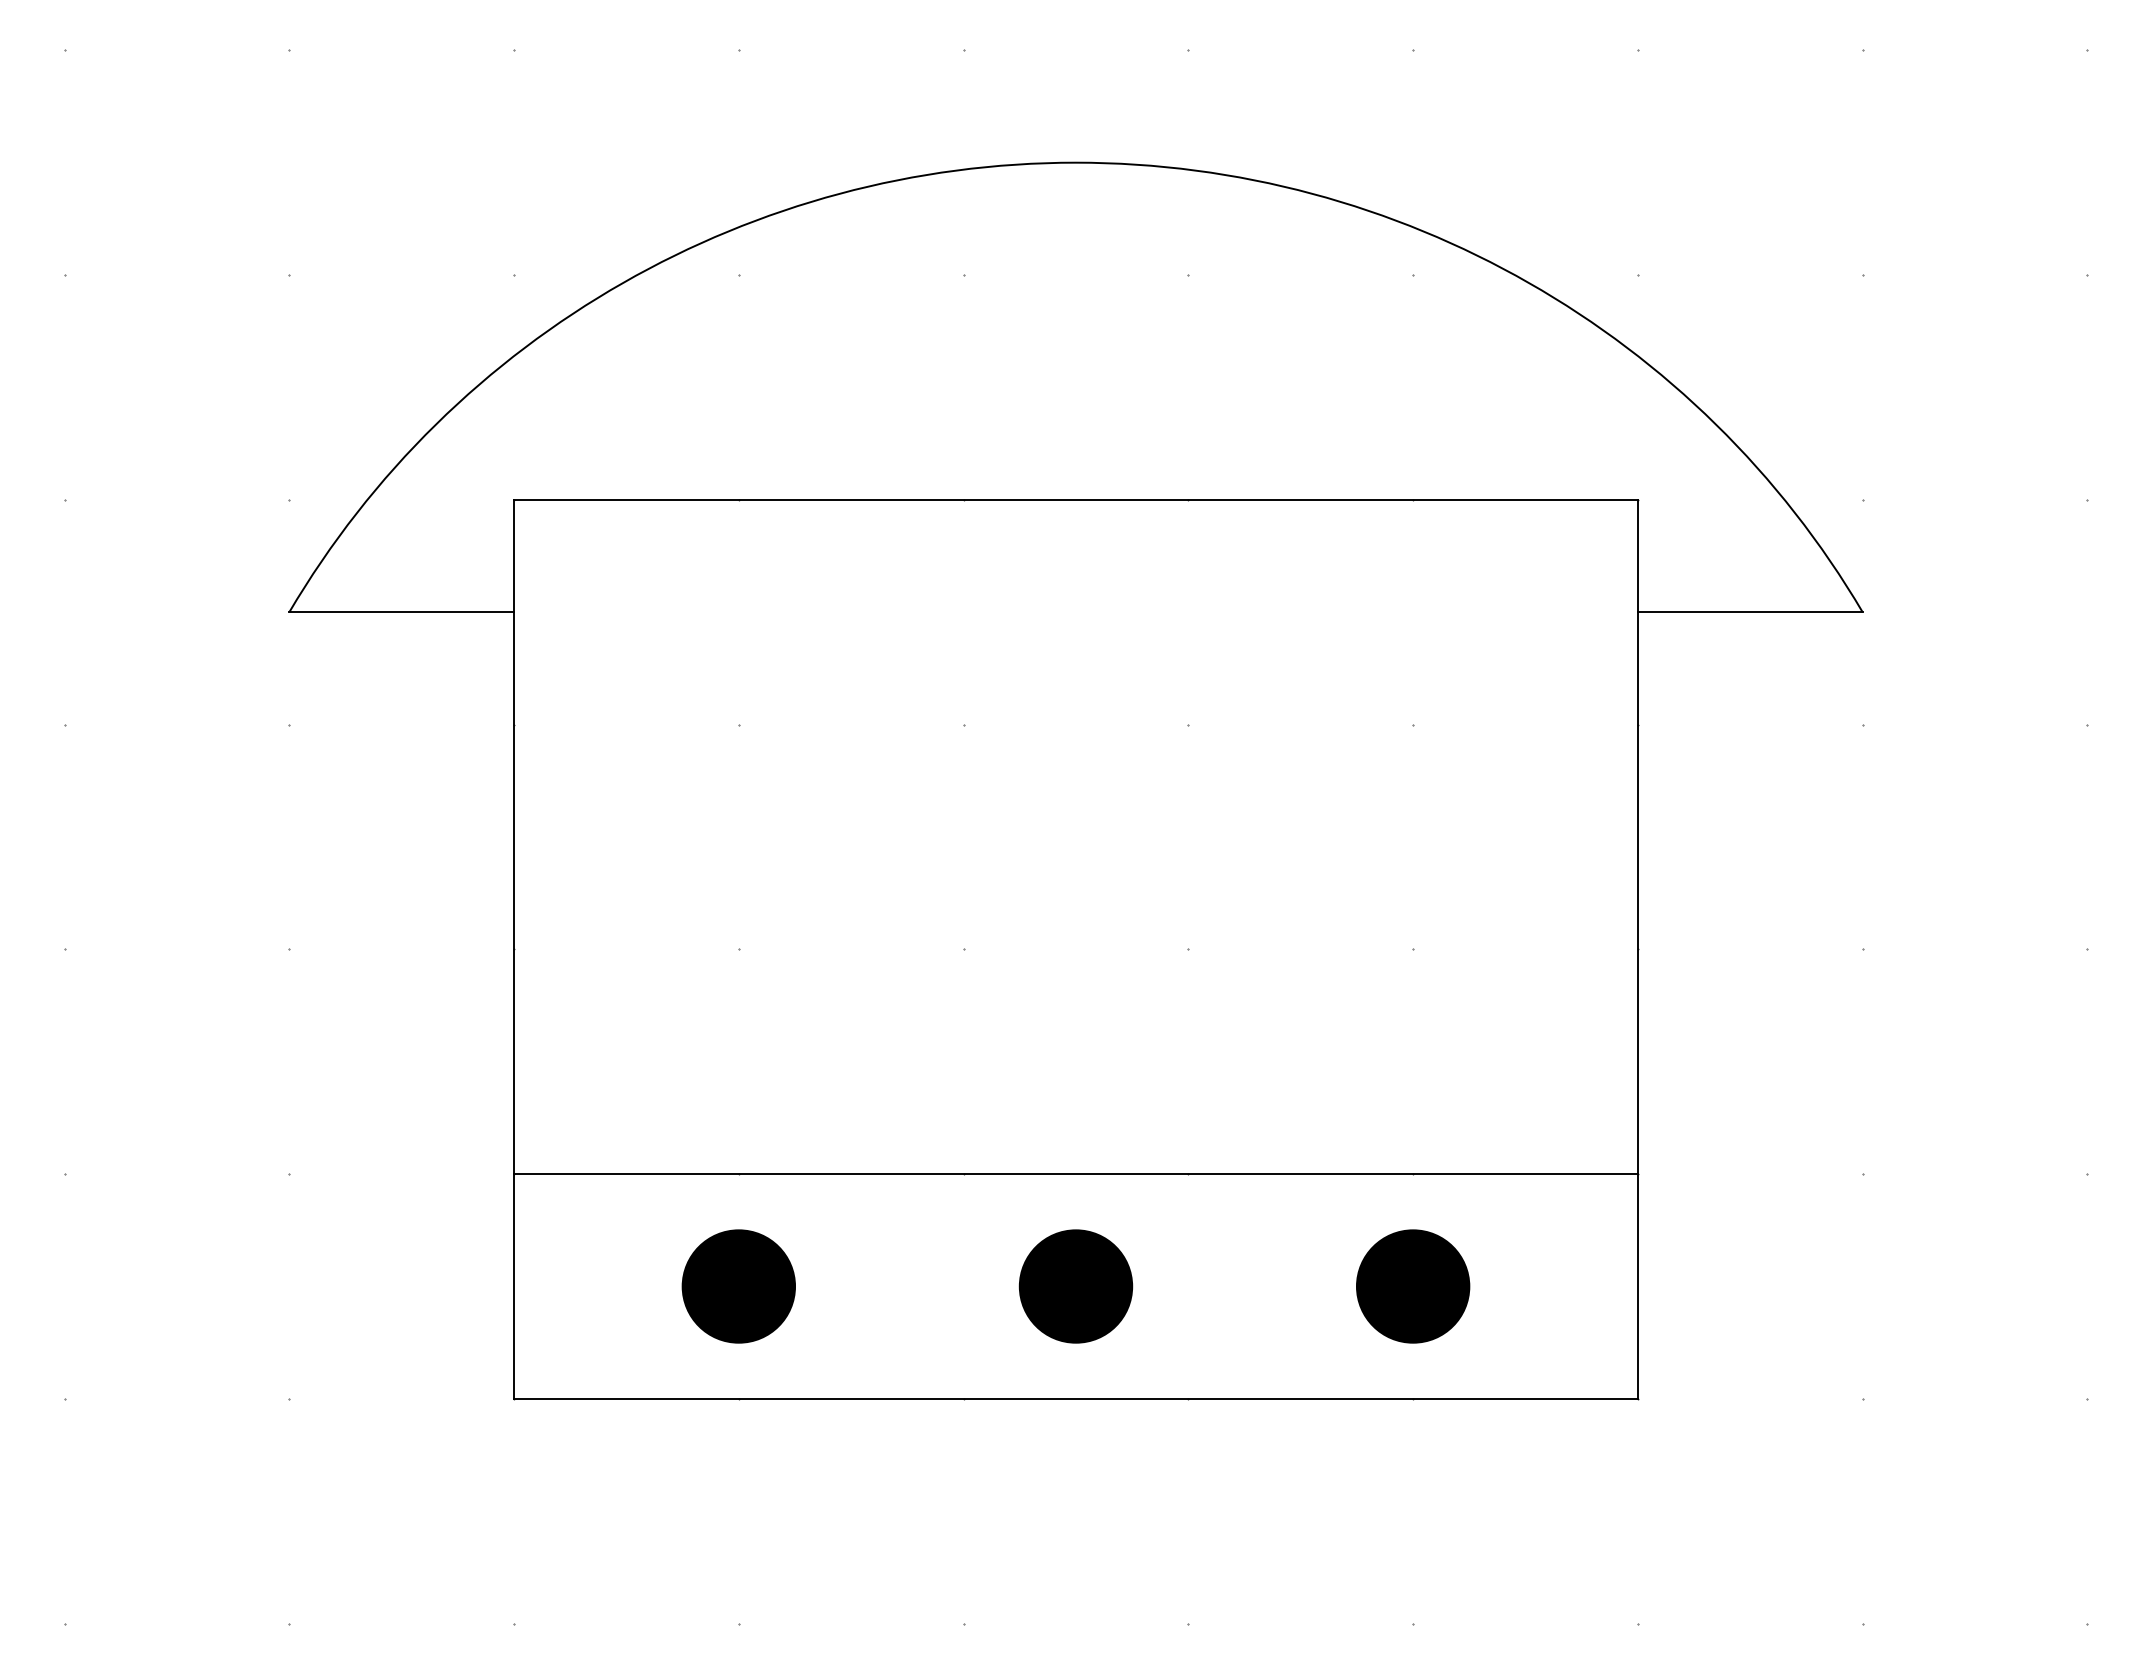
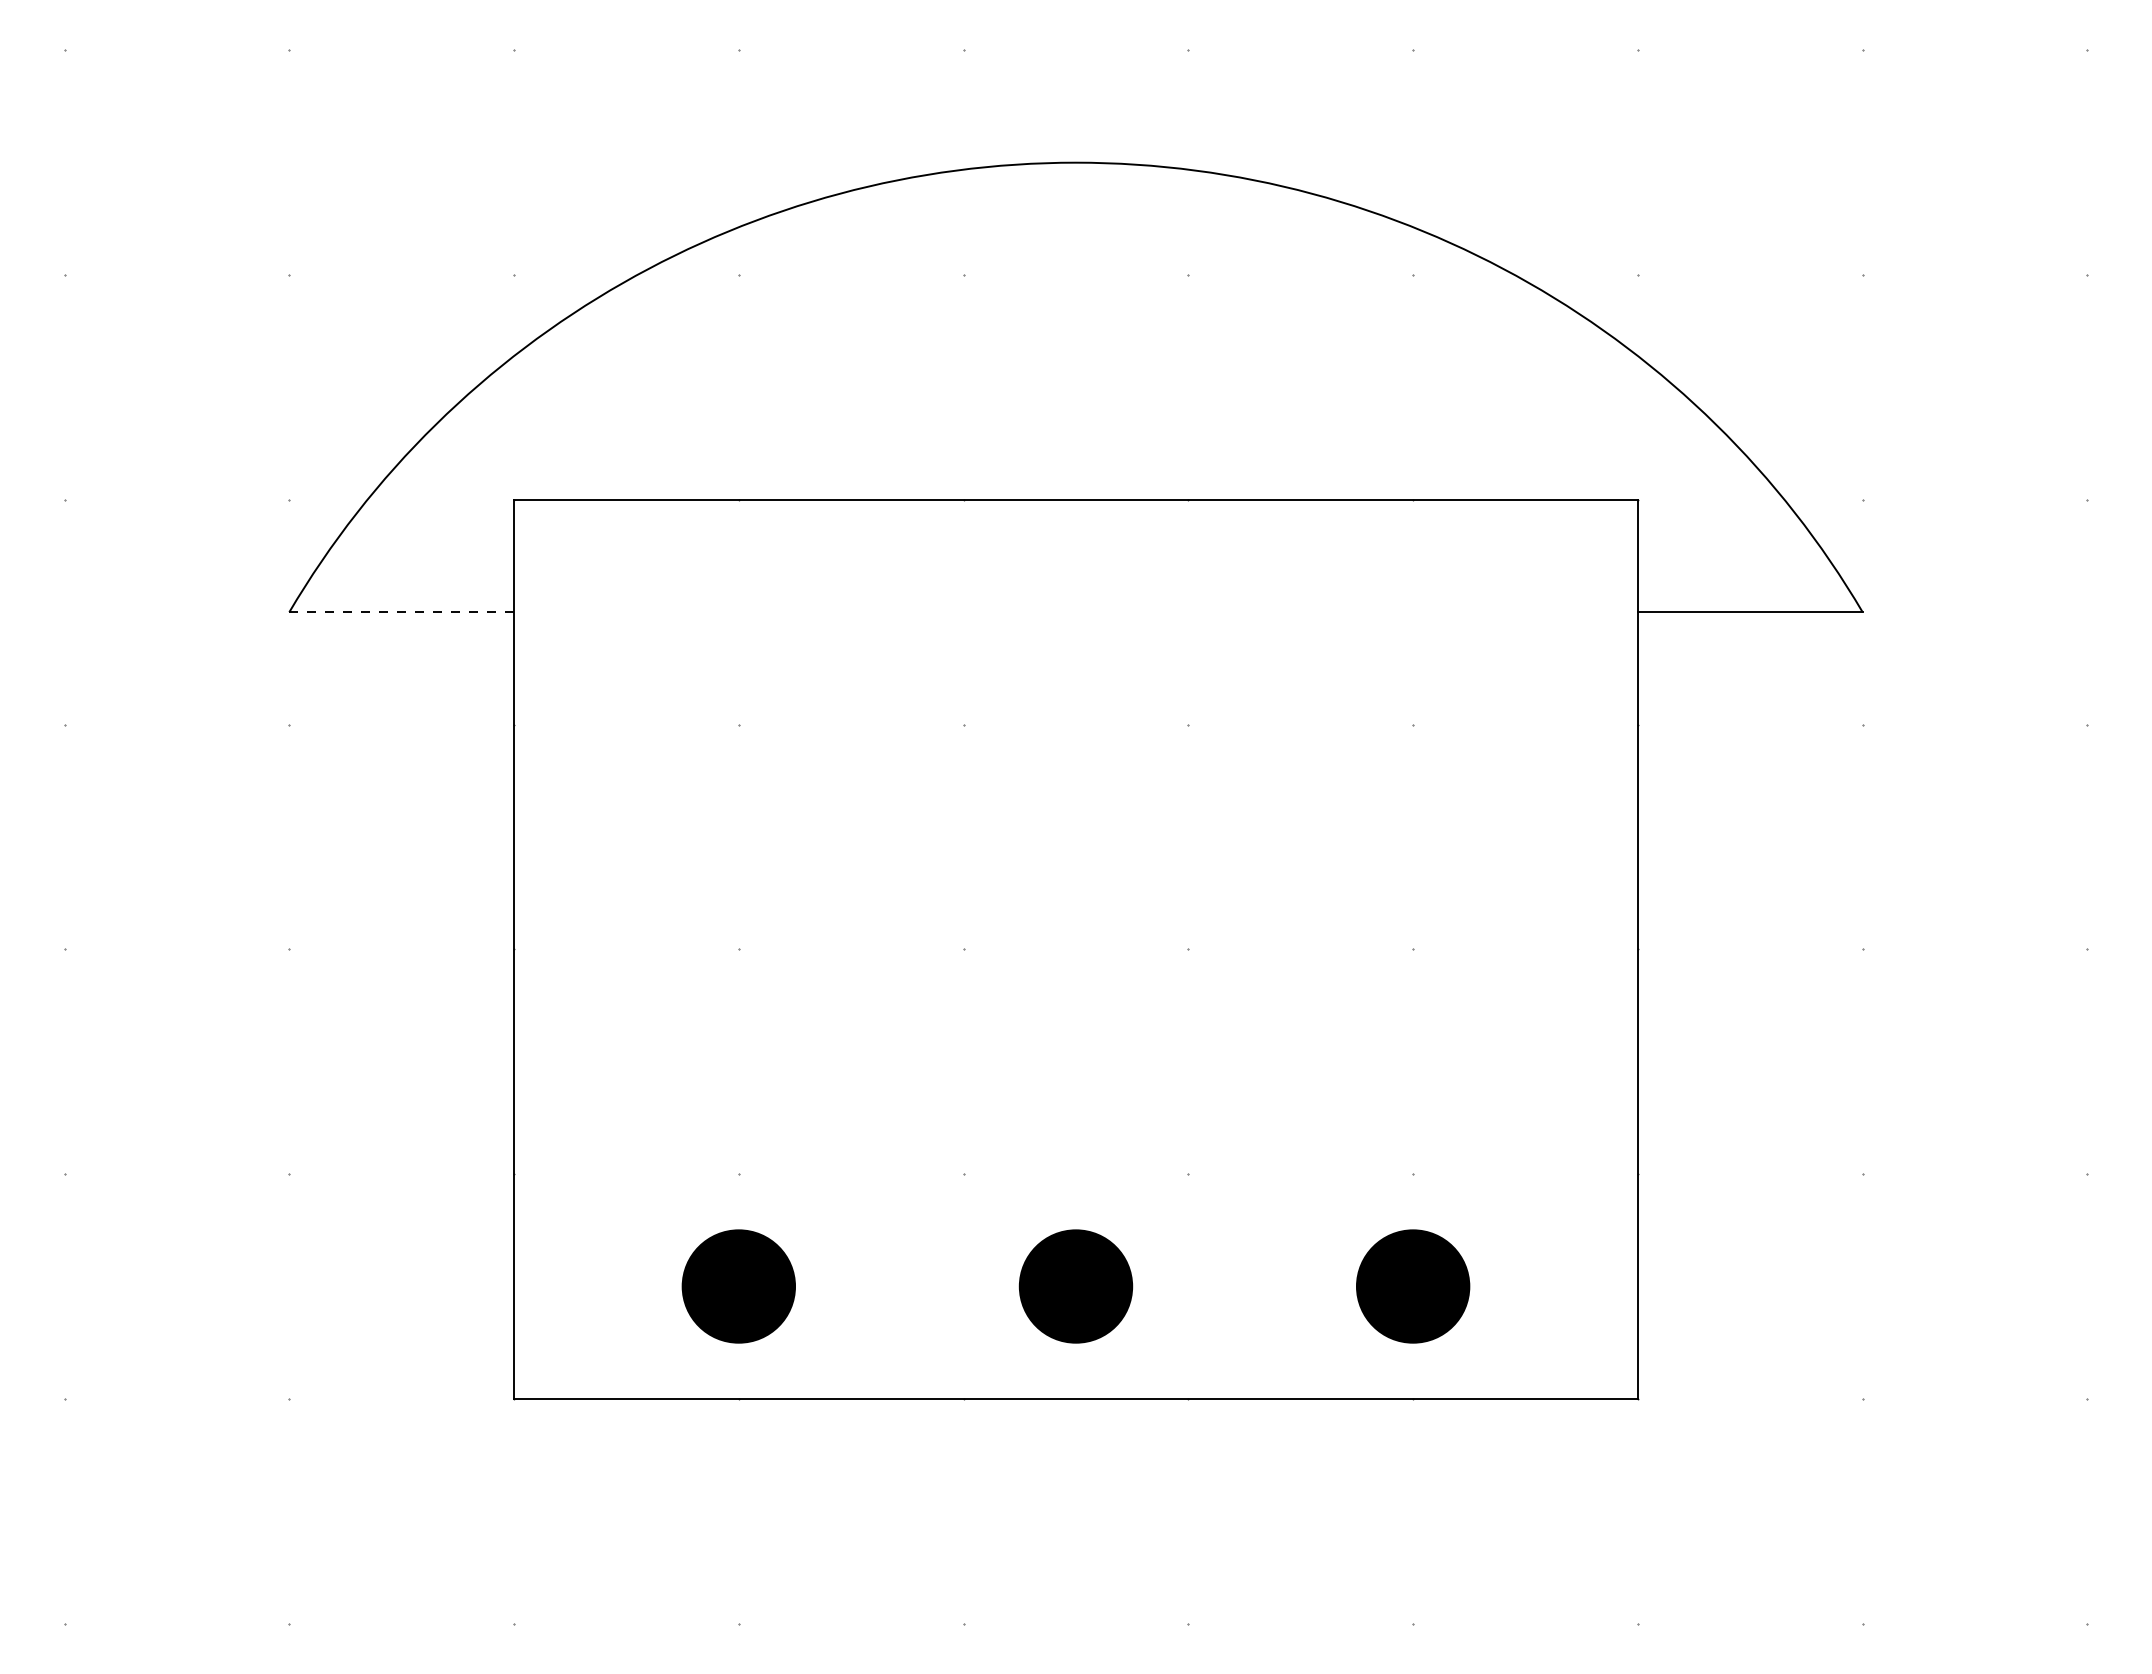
line at (402, 612): solid -> dashed
line at (1075, 1174): present -> none
